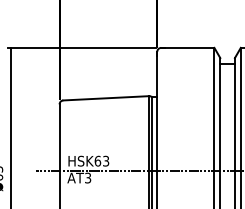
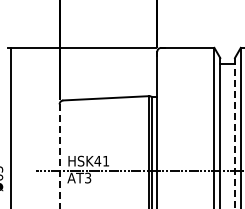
line at (234, 134): solid -> dashed
line at (59, 157): solid -> dashed
text at (101, 160): HSK63 -> HSK41
